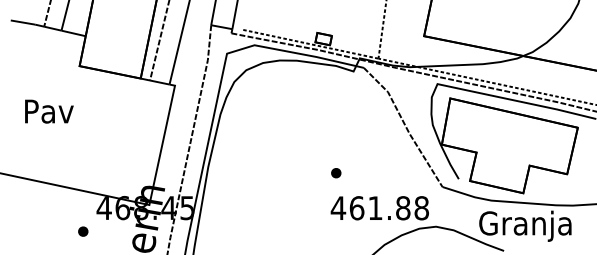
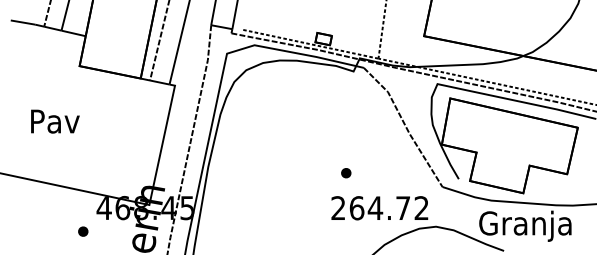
text at (49, 111) position: (49, 111) -> (55, 121)
part at (336, 173) position: (336, 173) -> (346, 173)
text at (379, 208): 461.88 -> 264.72
